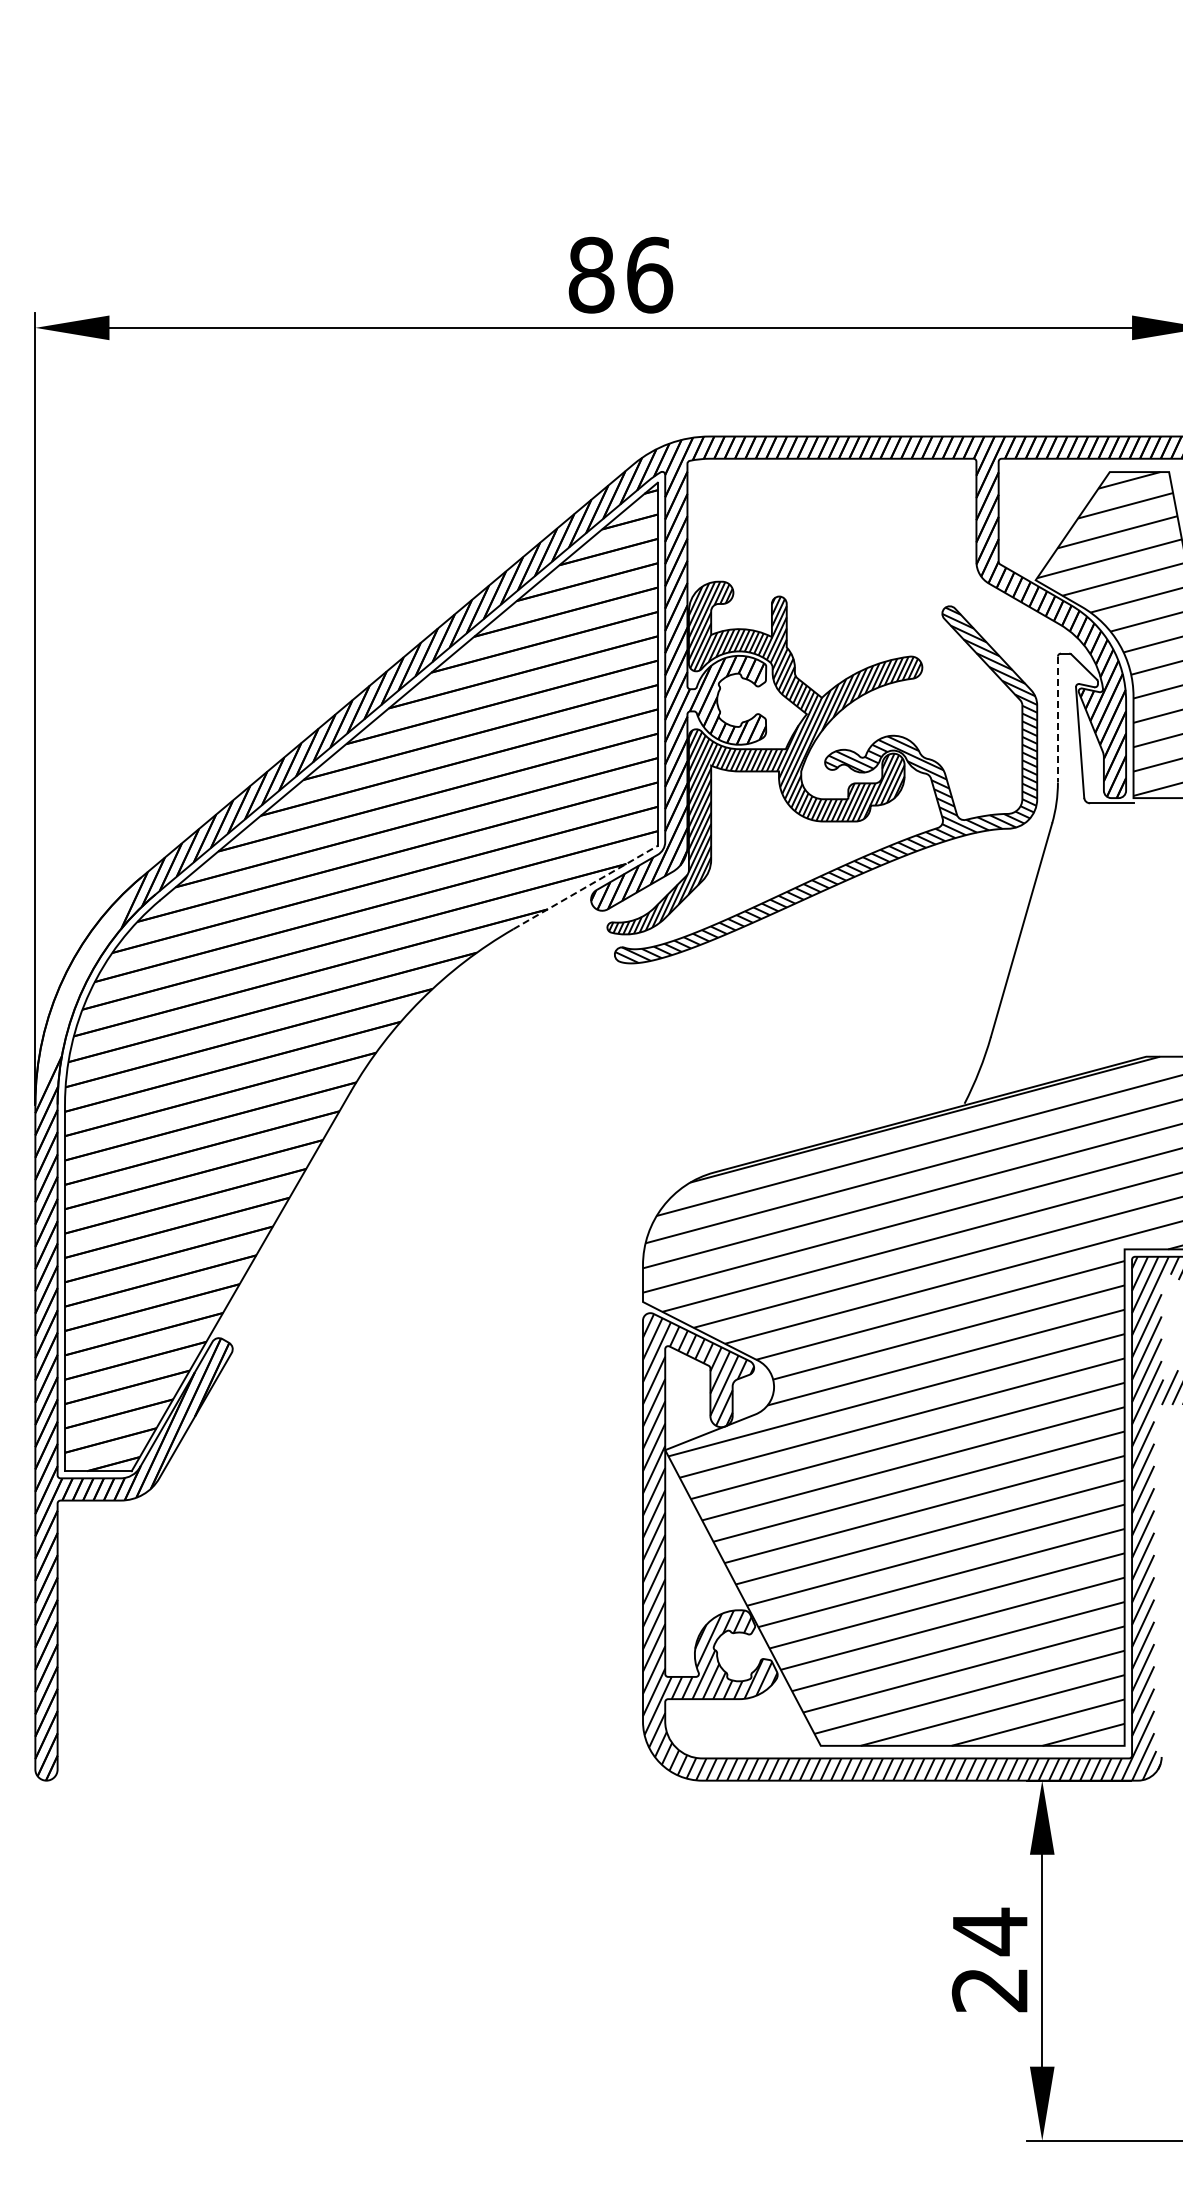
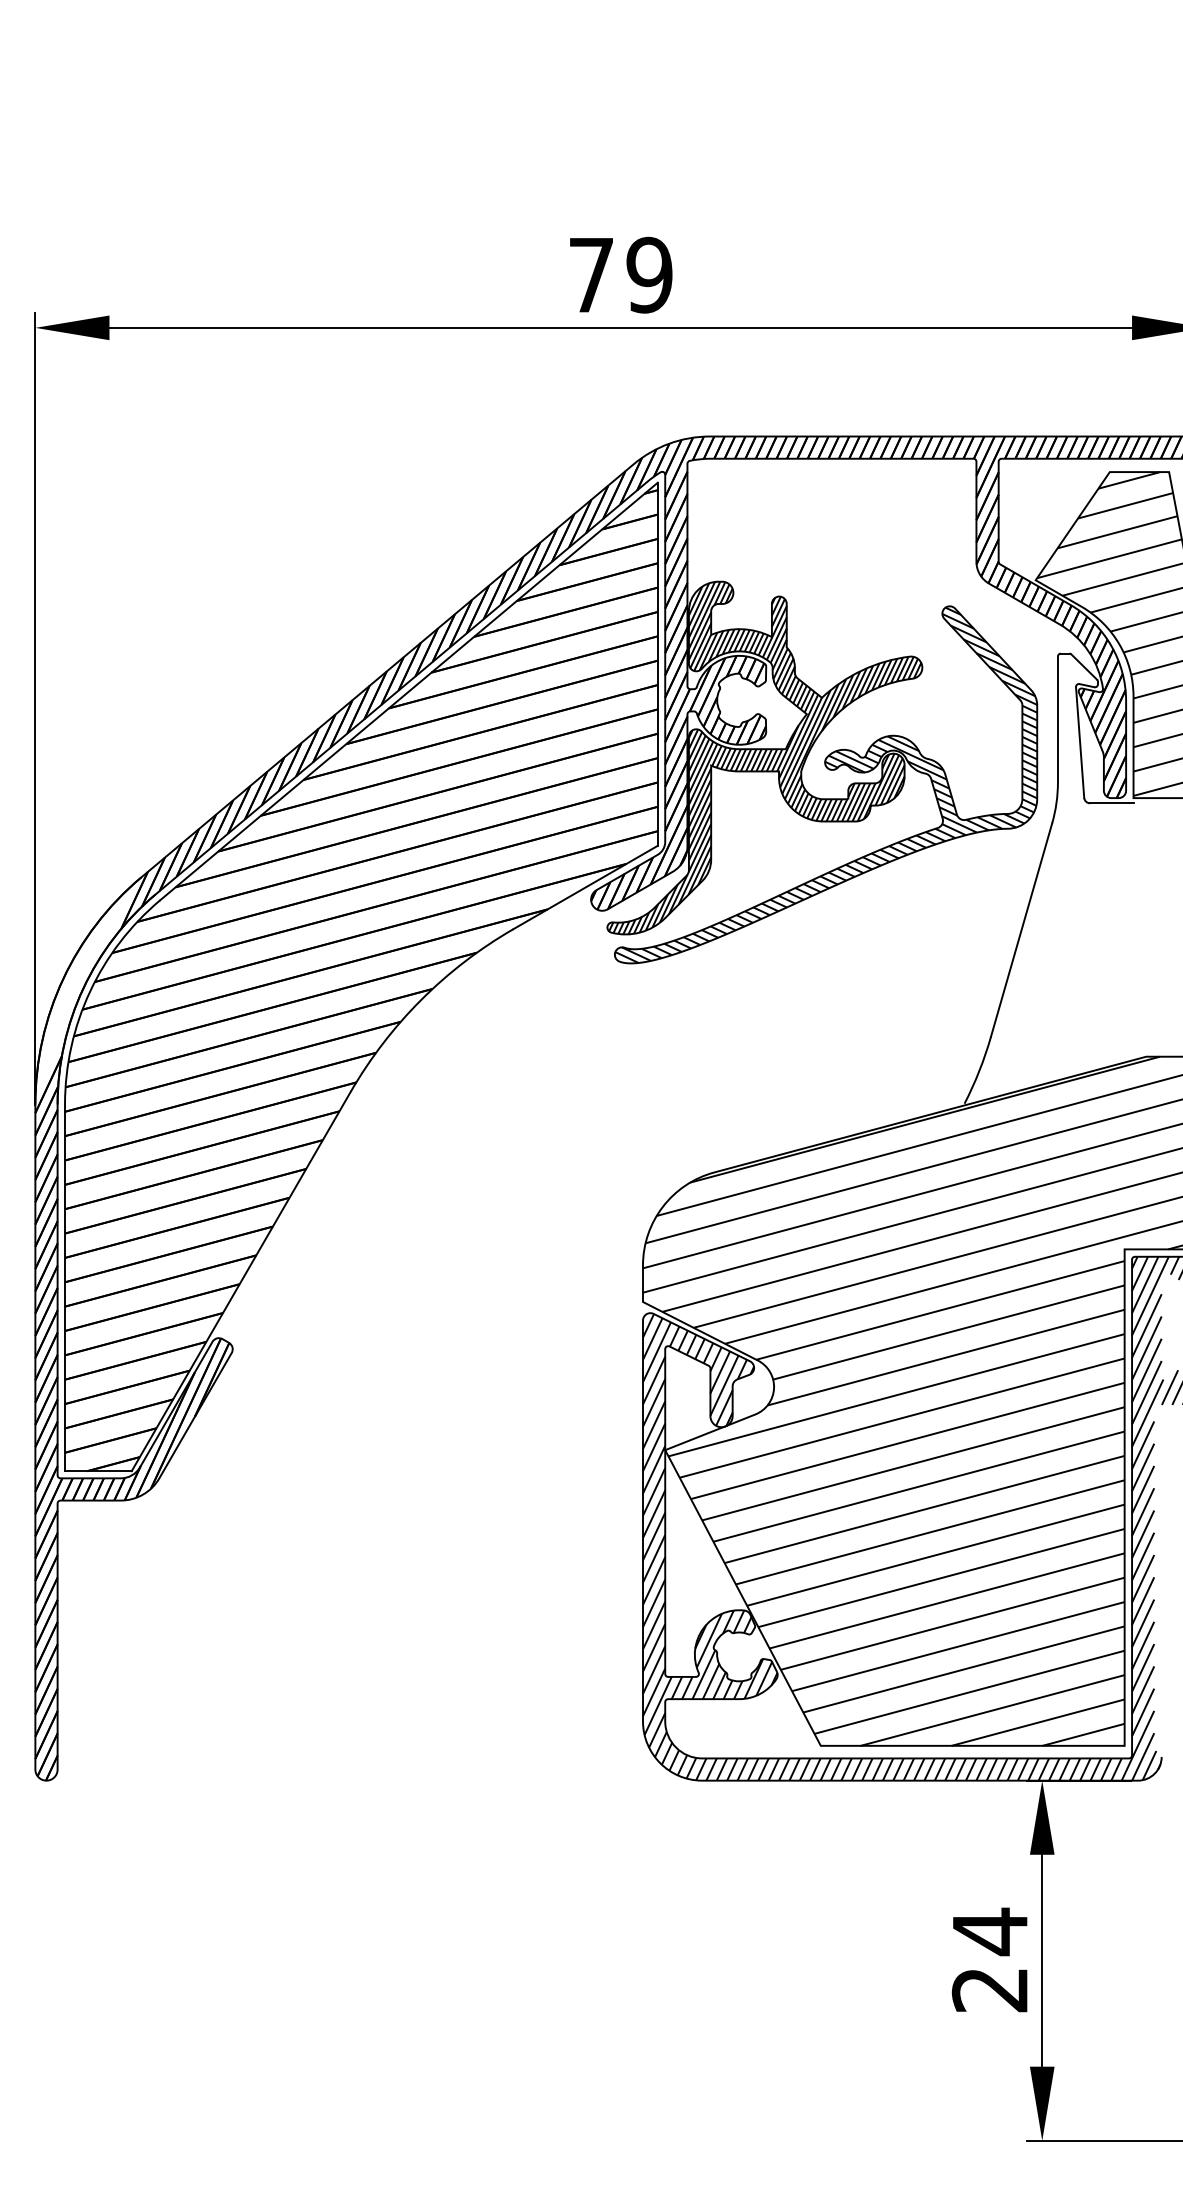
text at (620, 274): 86 -> 79
line at (1057, 719): dashed -> solid
line at (586, 887): dashed -> solid
